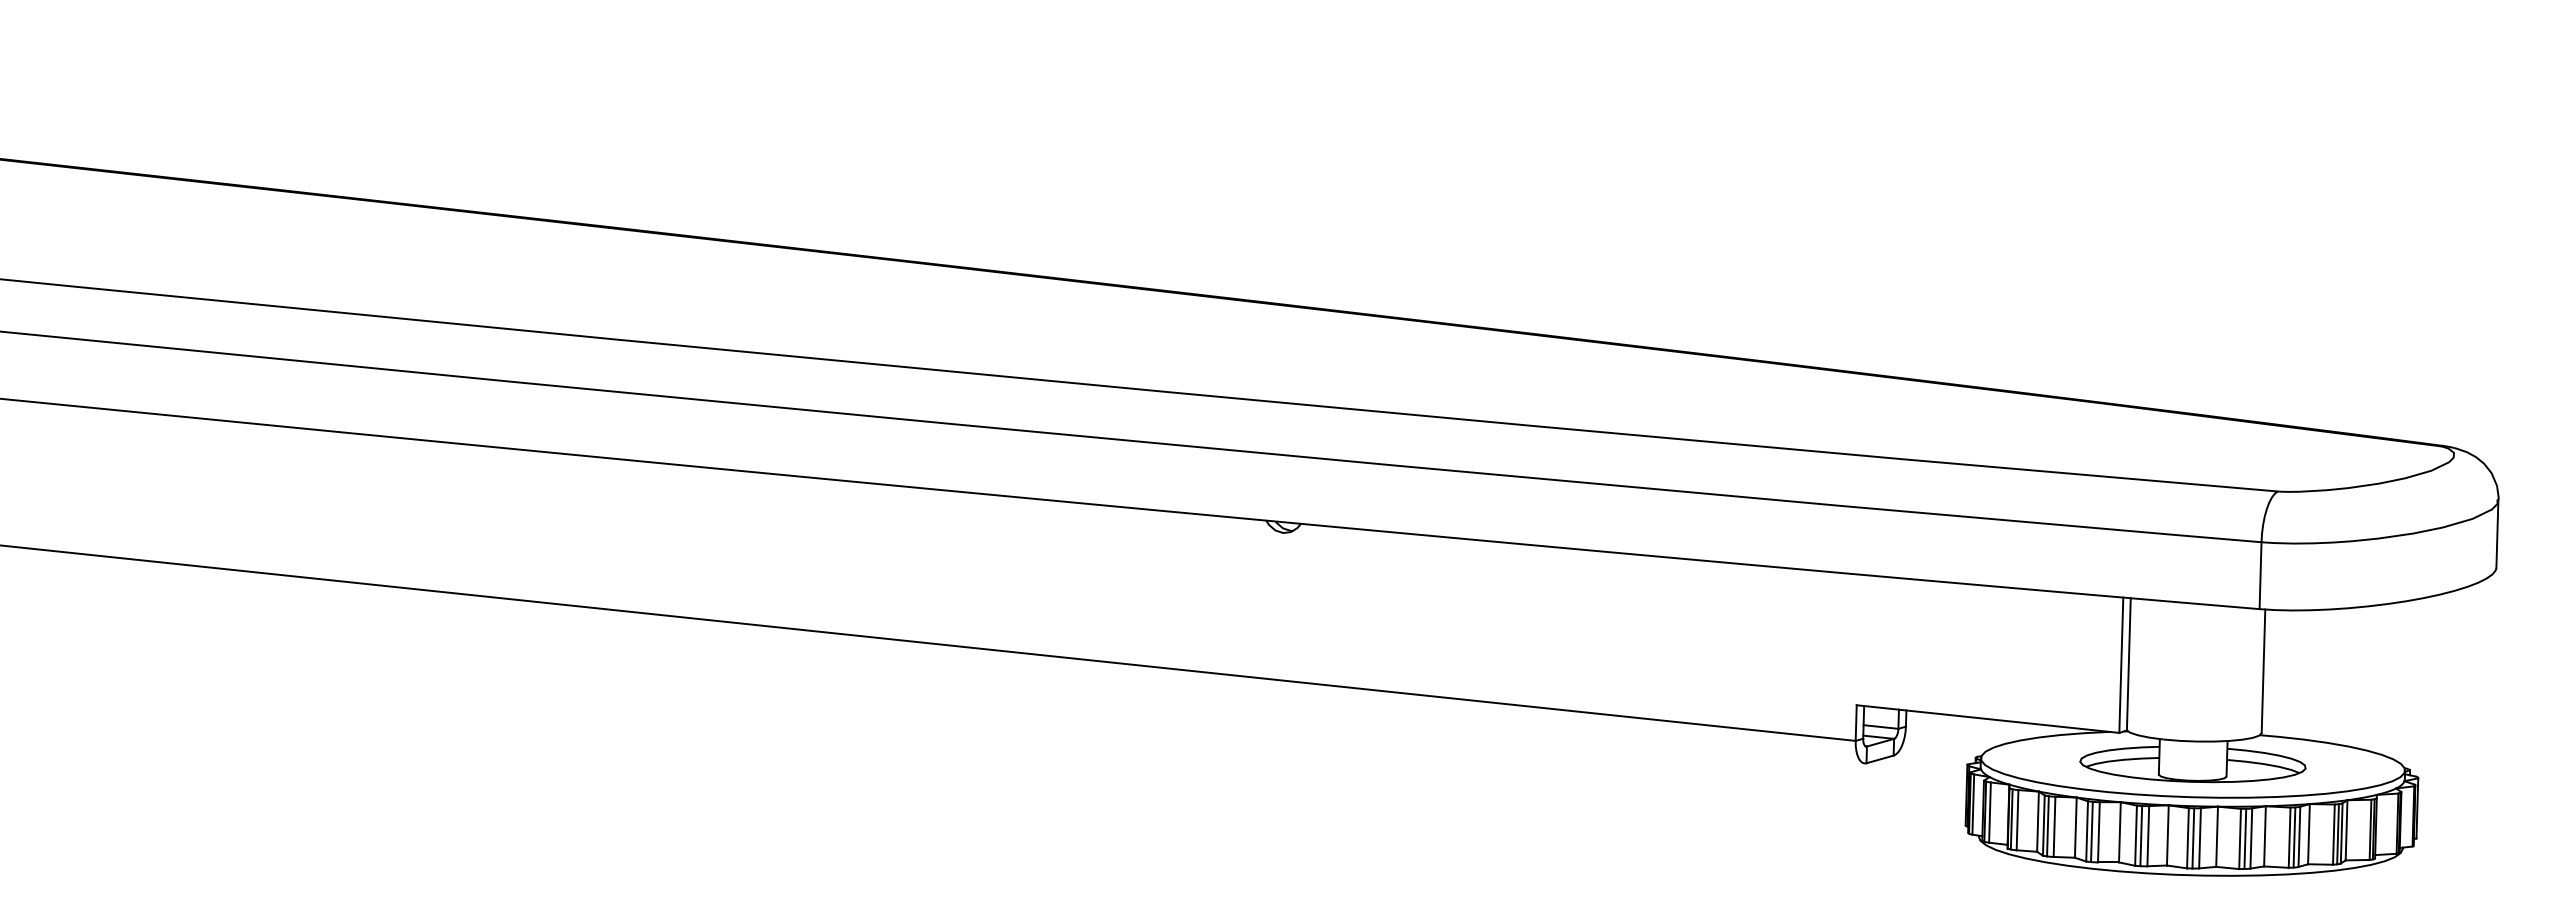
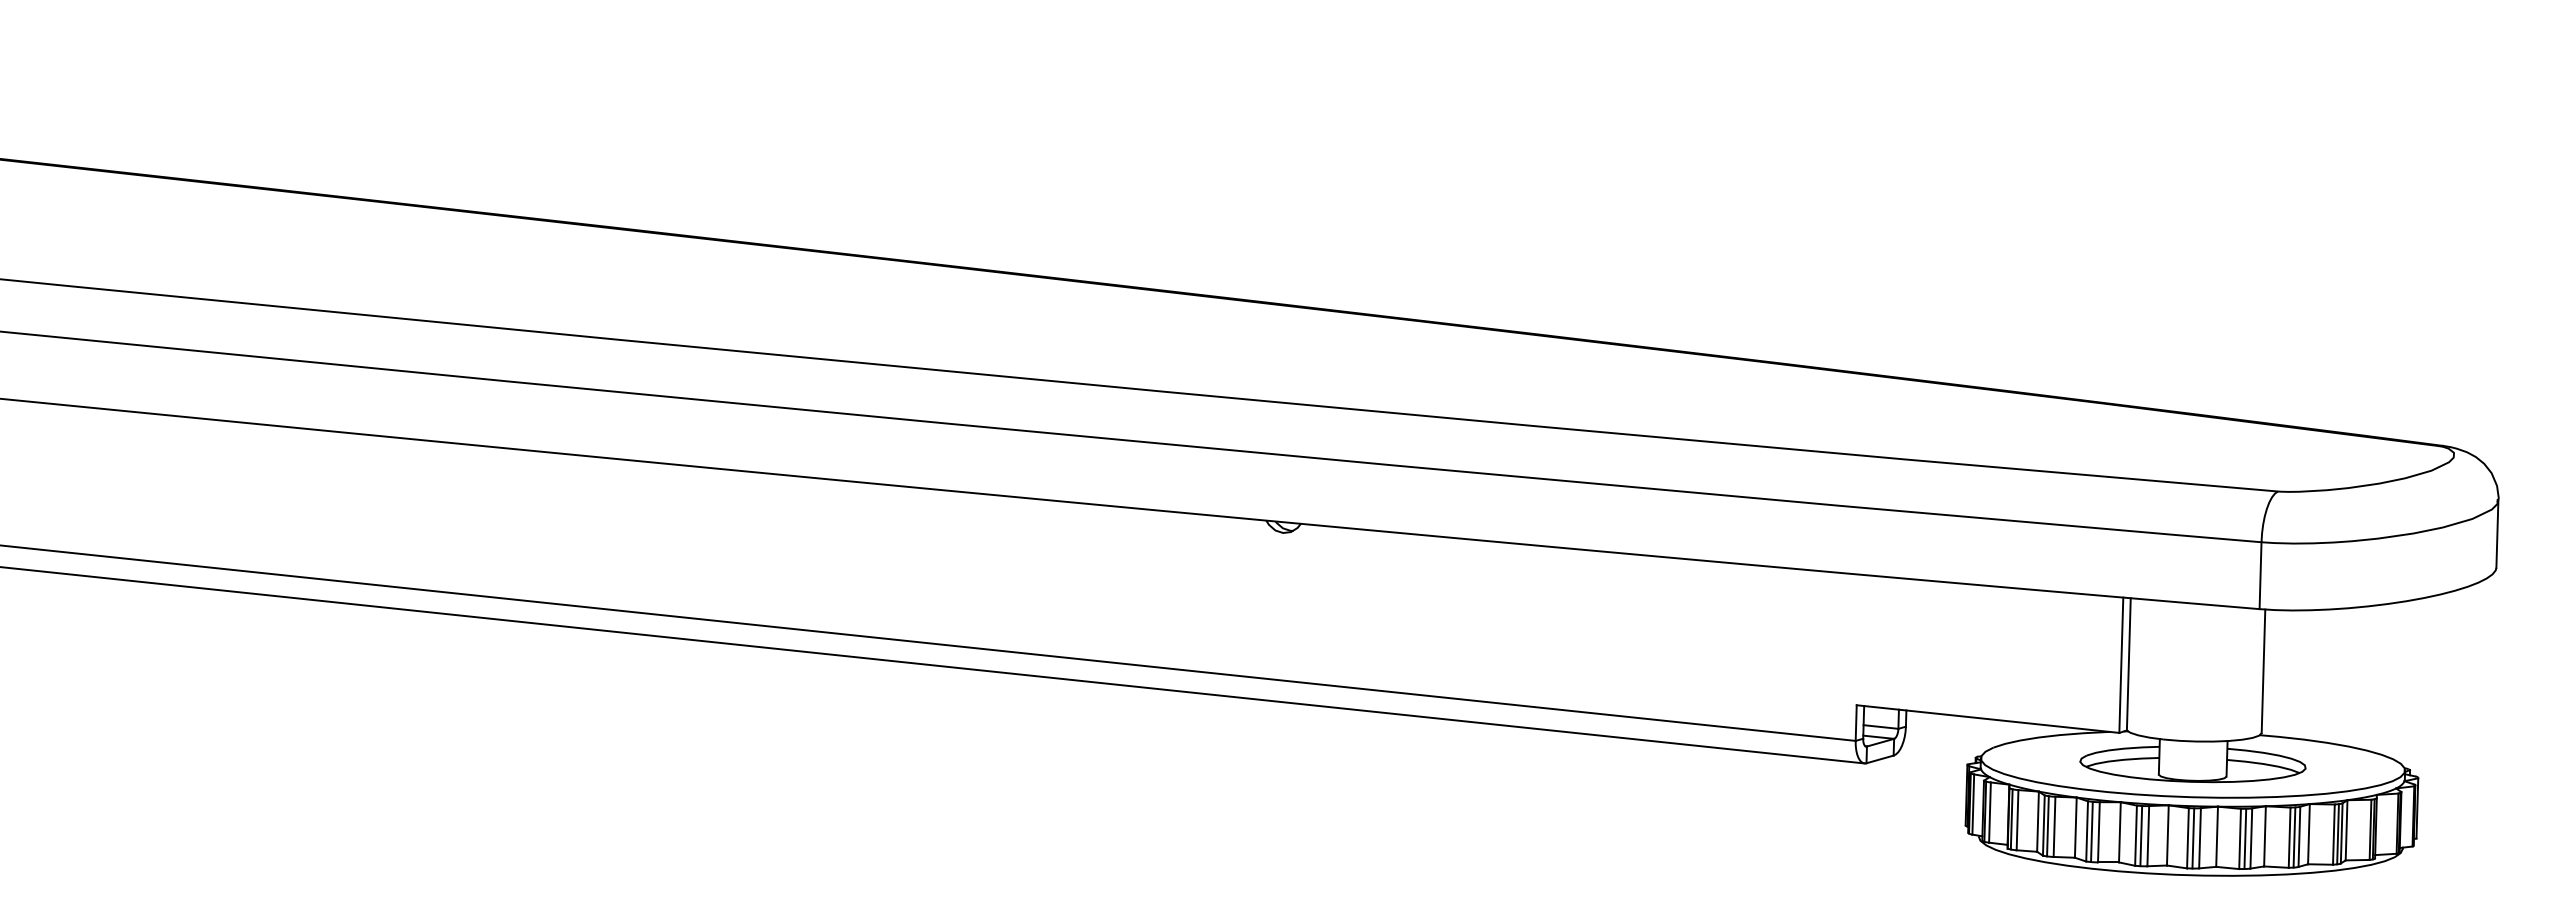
line at (933, 665): none -> present
